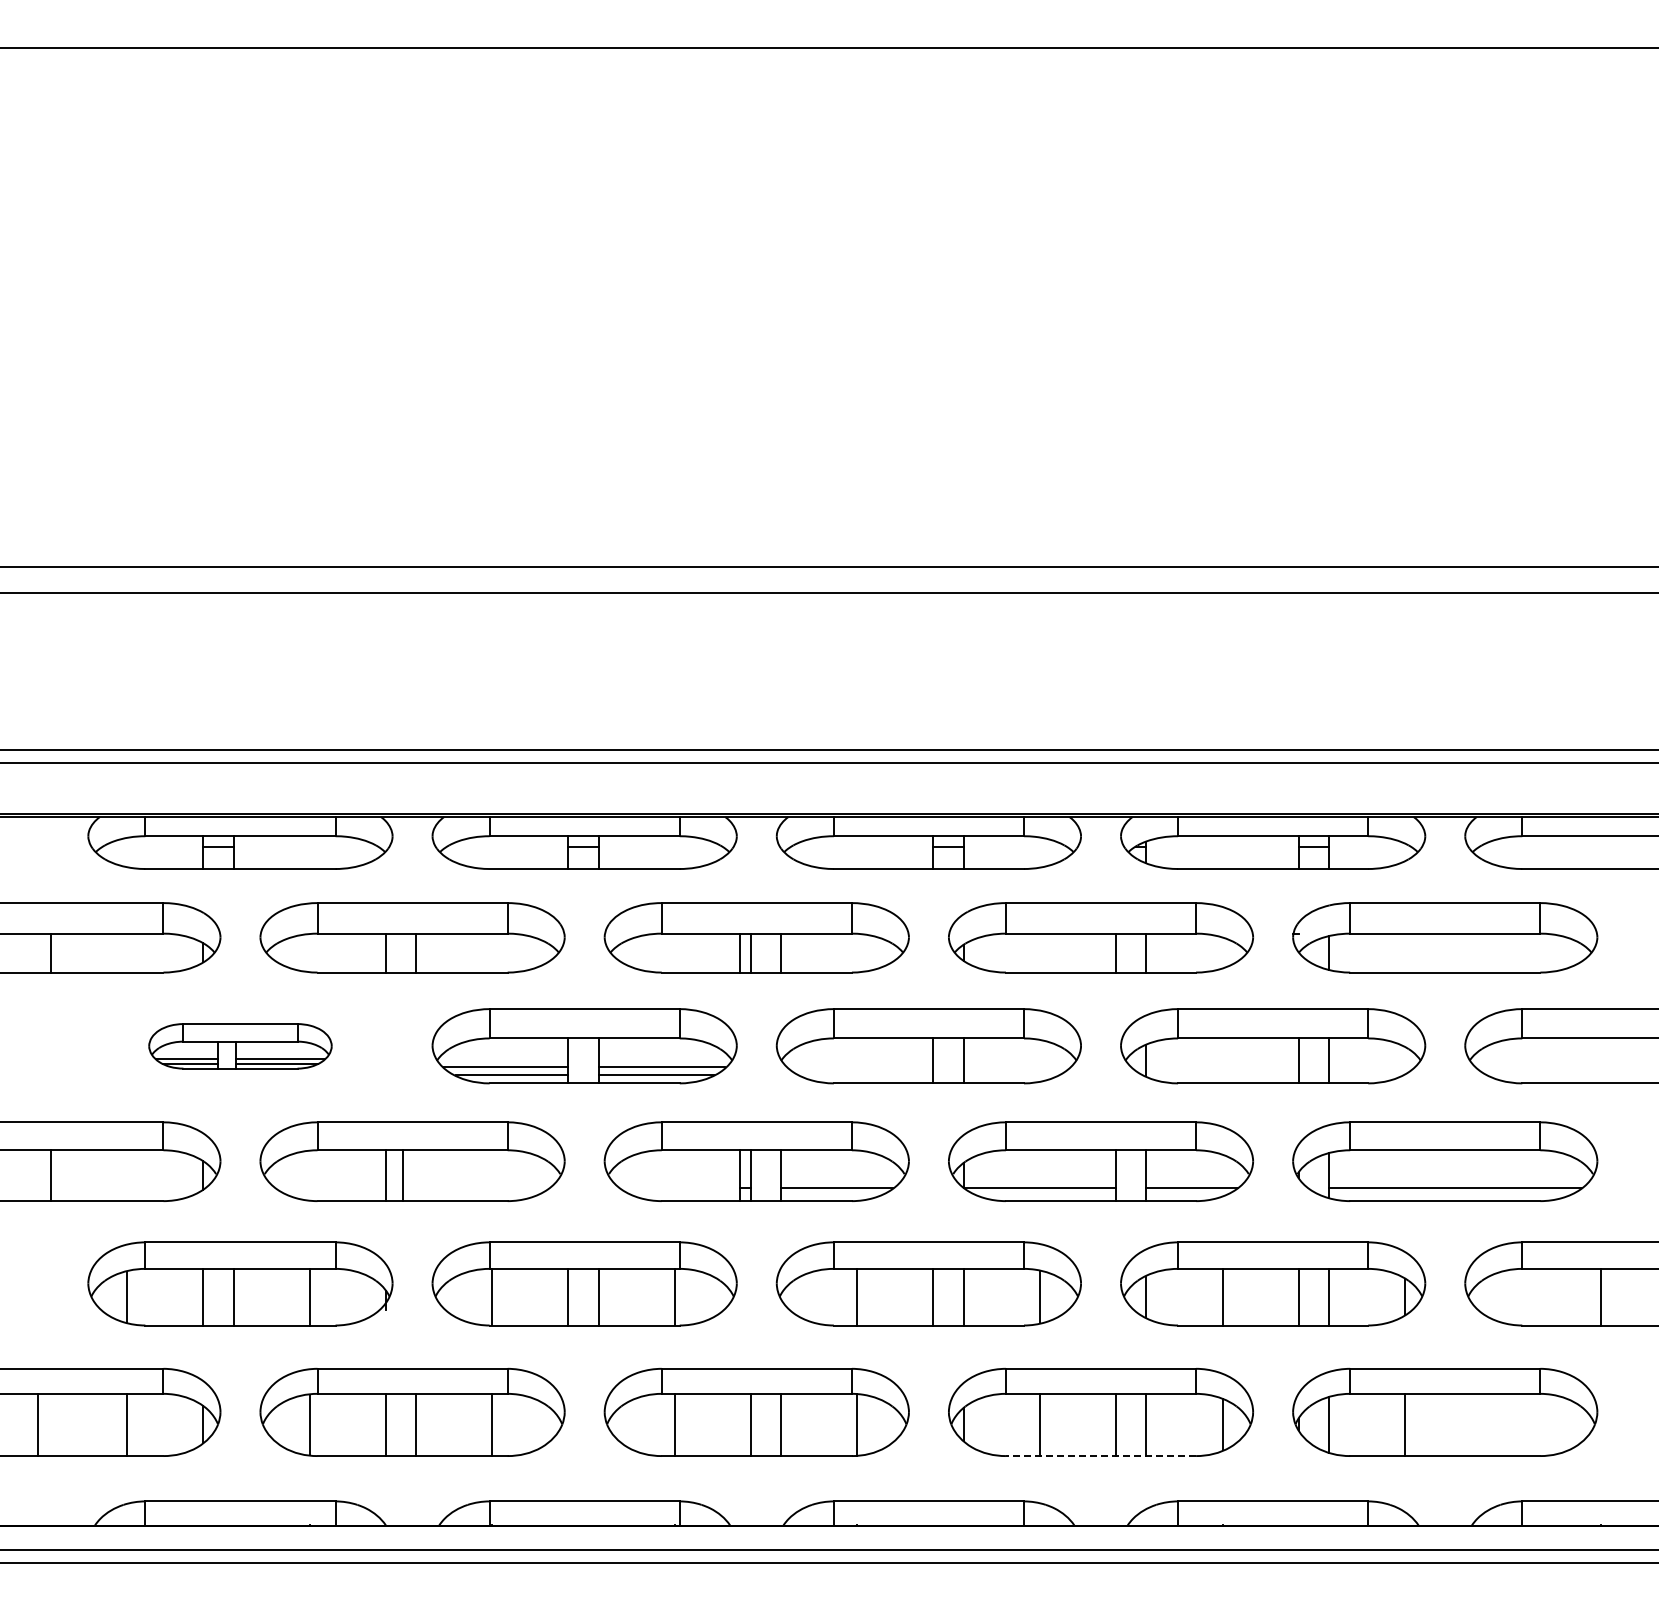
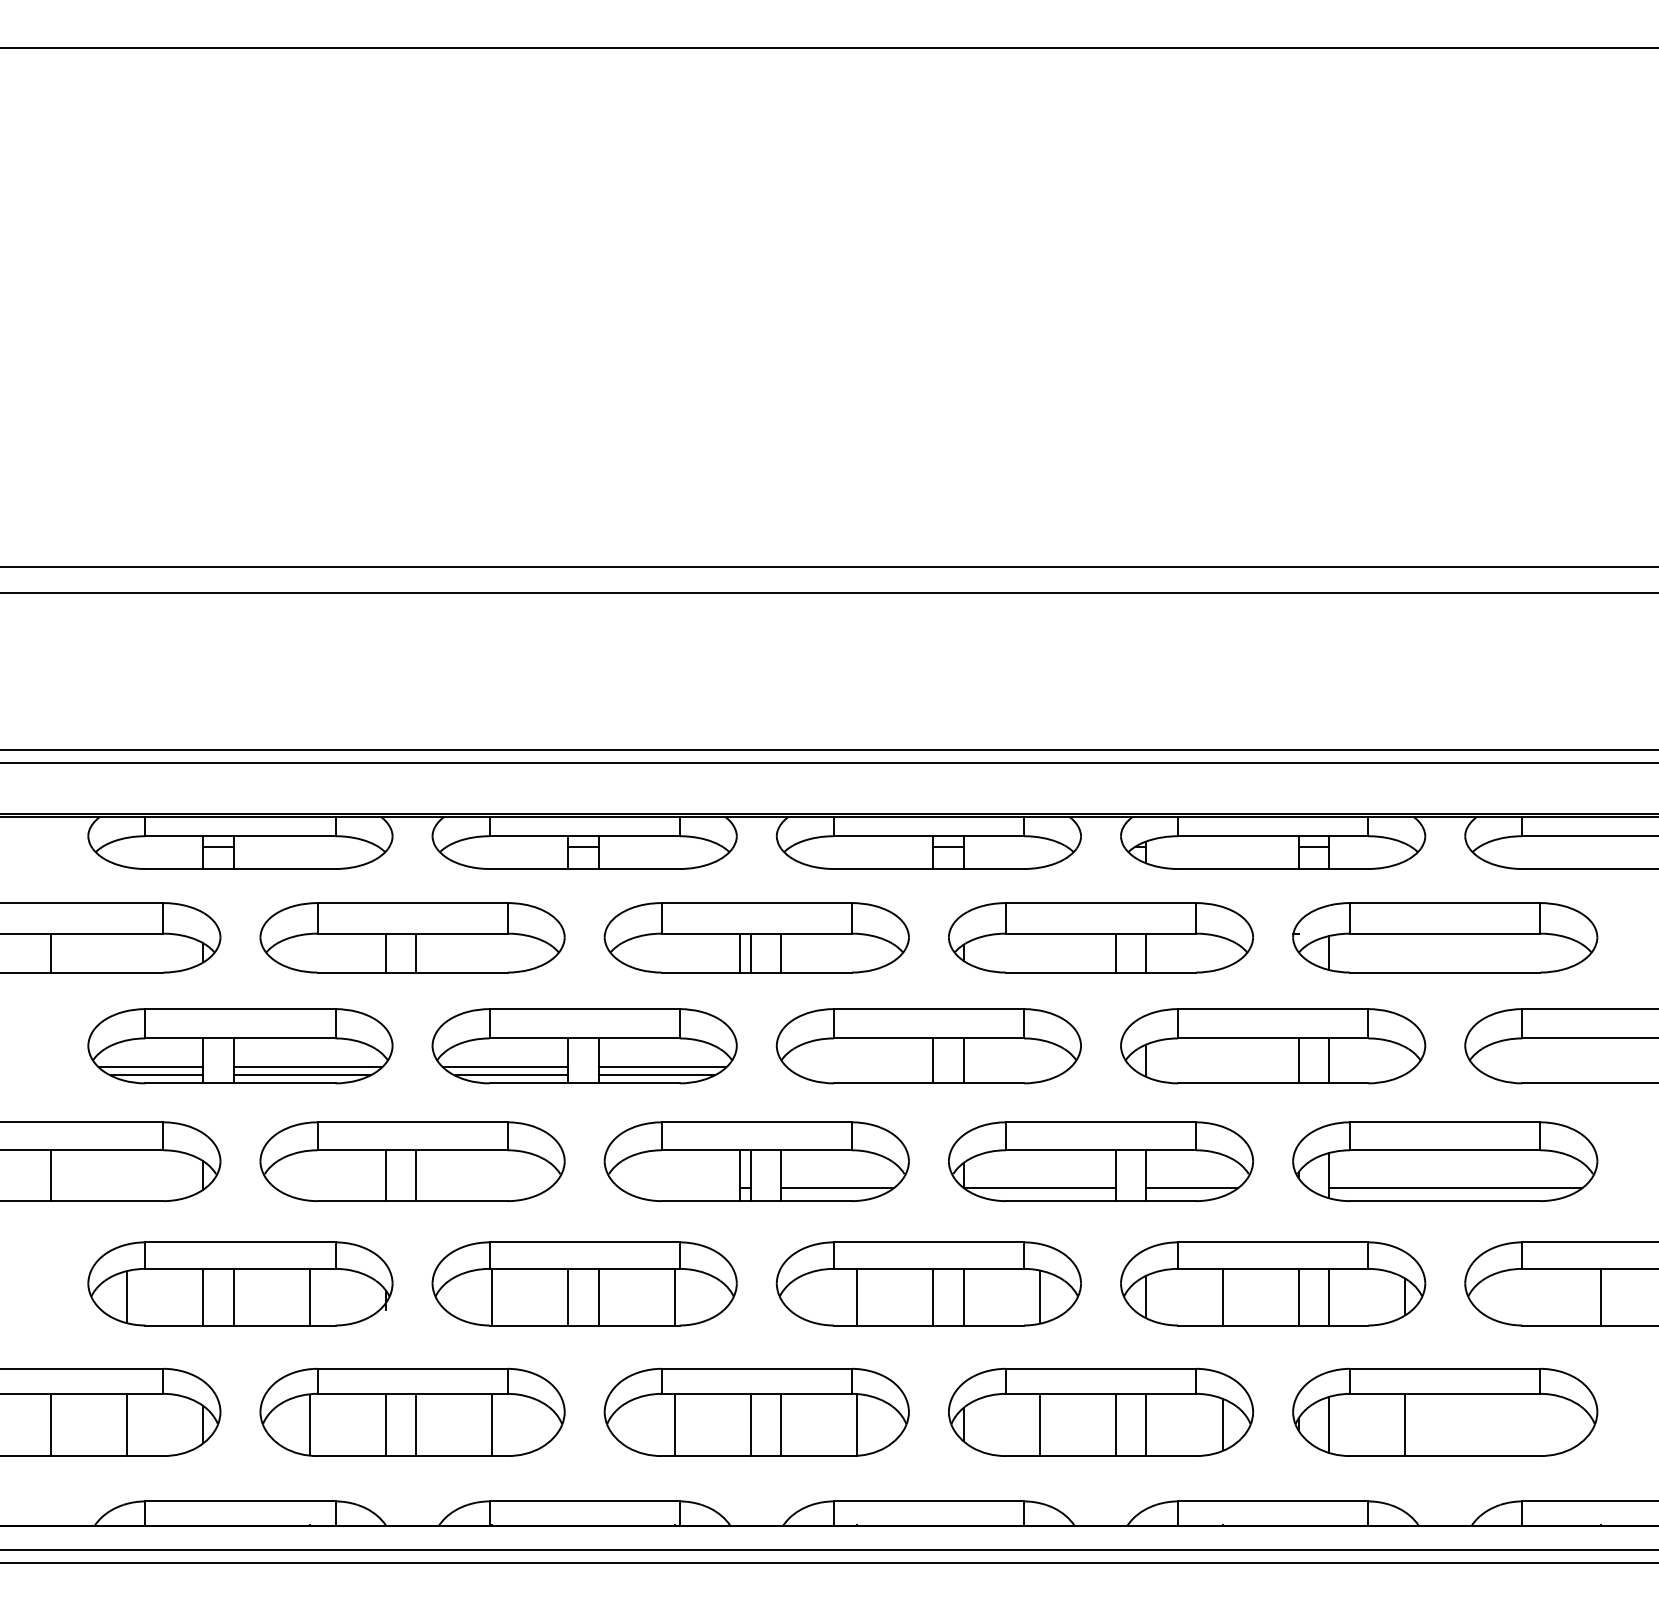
part at (240, 1046) size: 185x47 px -> 307x77 px
line at (403, 1175) position: (403, 1175) -> (416, 1175)
line at (38, 1424) position: (38, 1424) -> (51, 1424)
line at (1100, 1456): dashed -> solid
